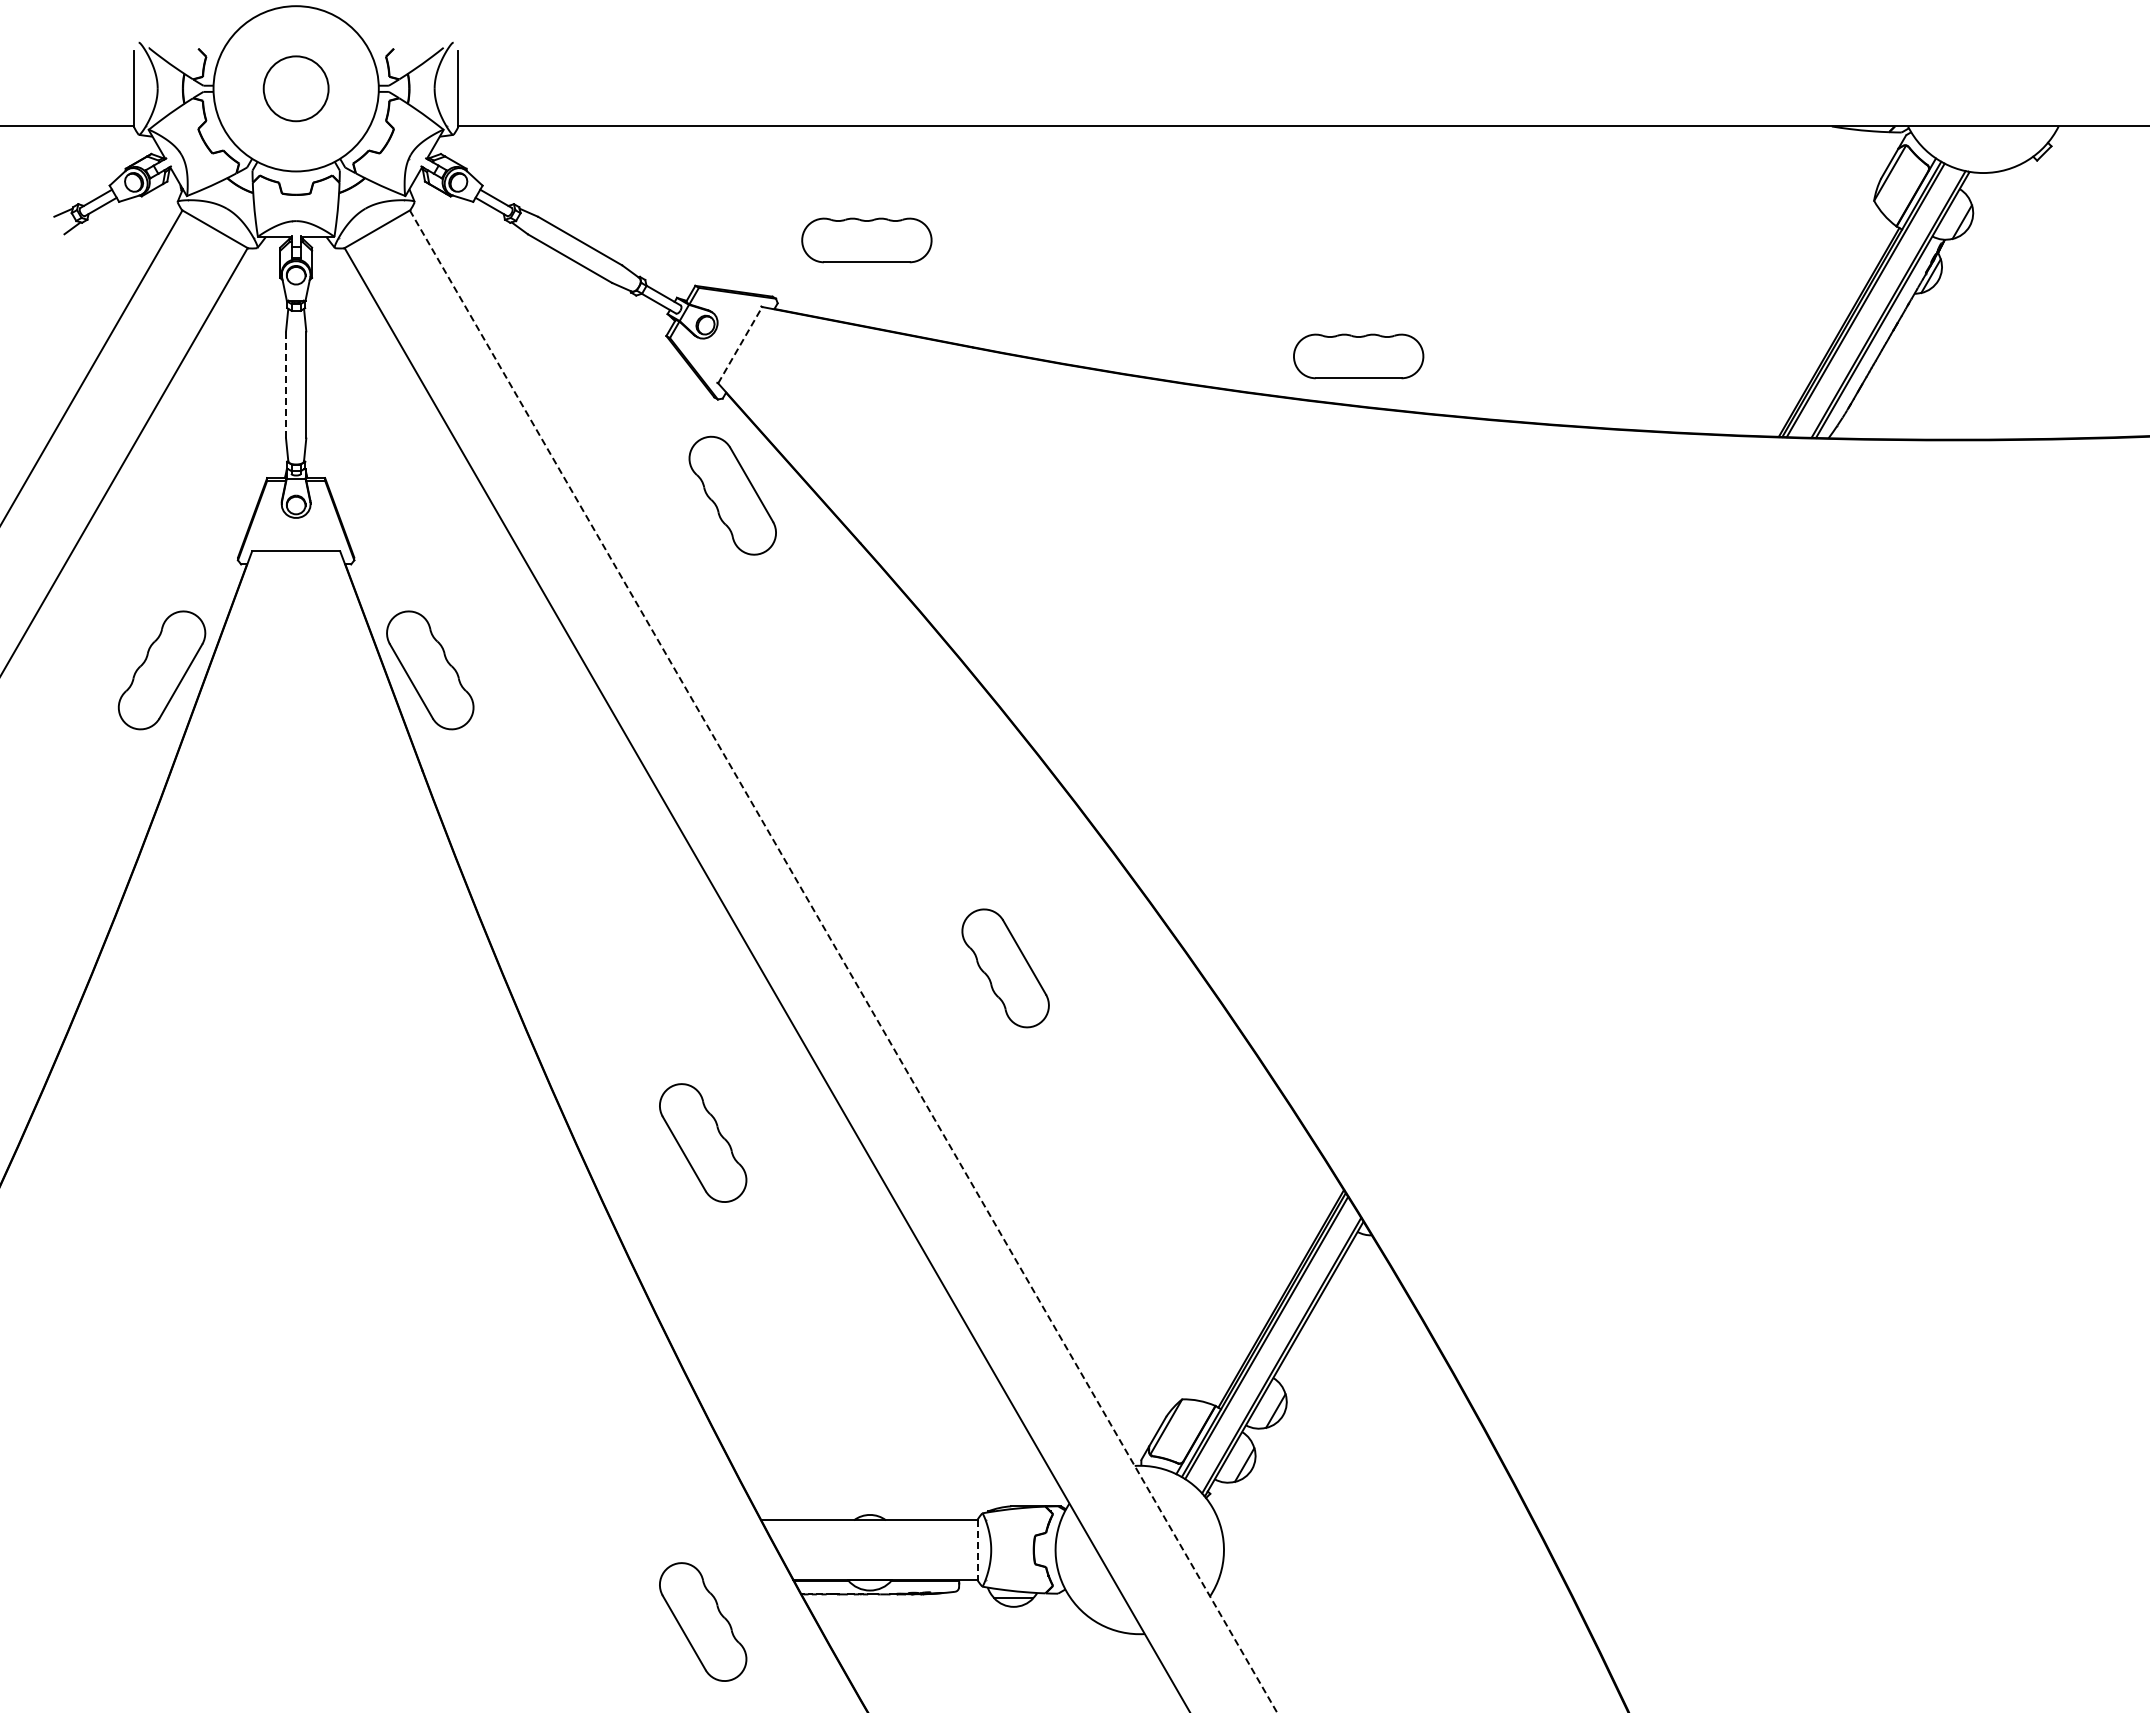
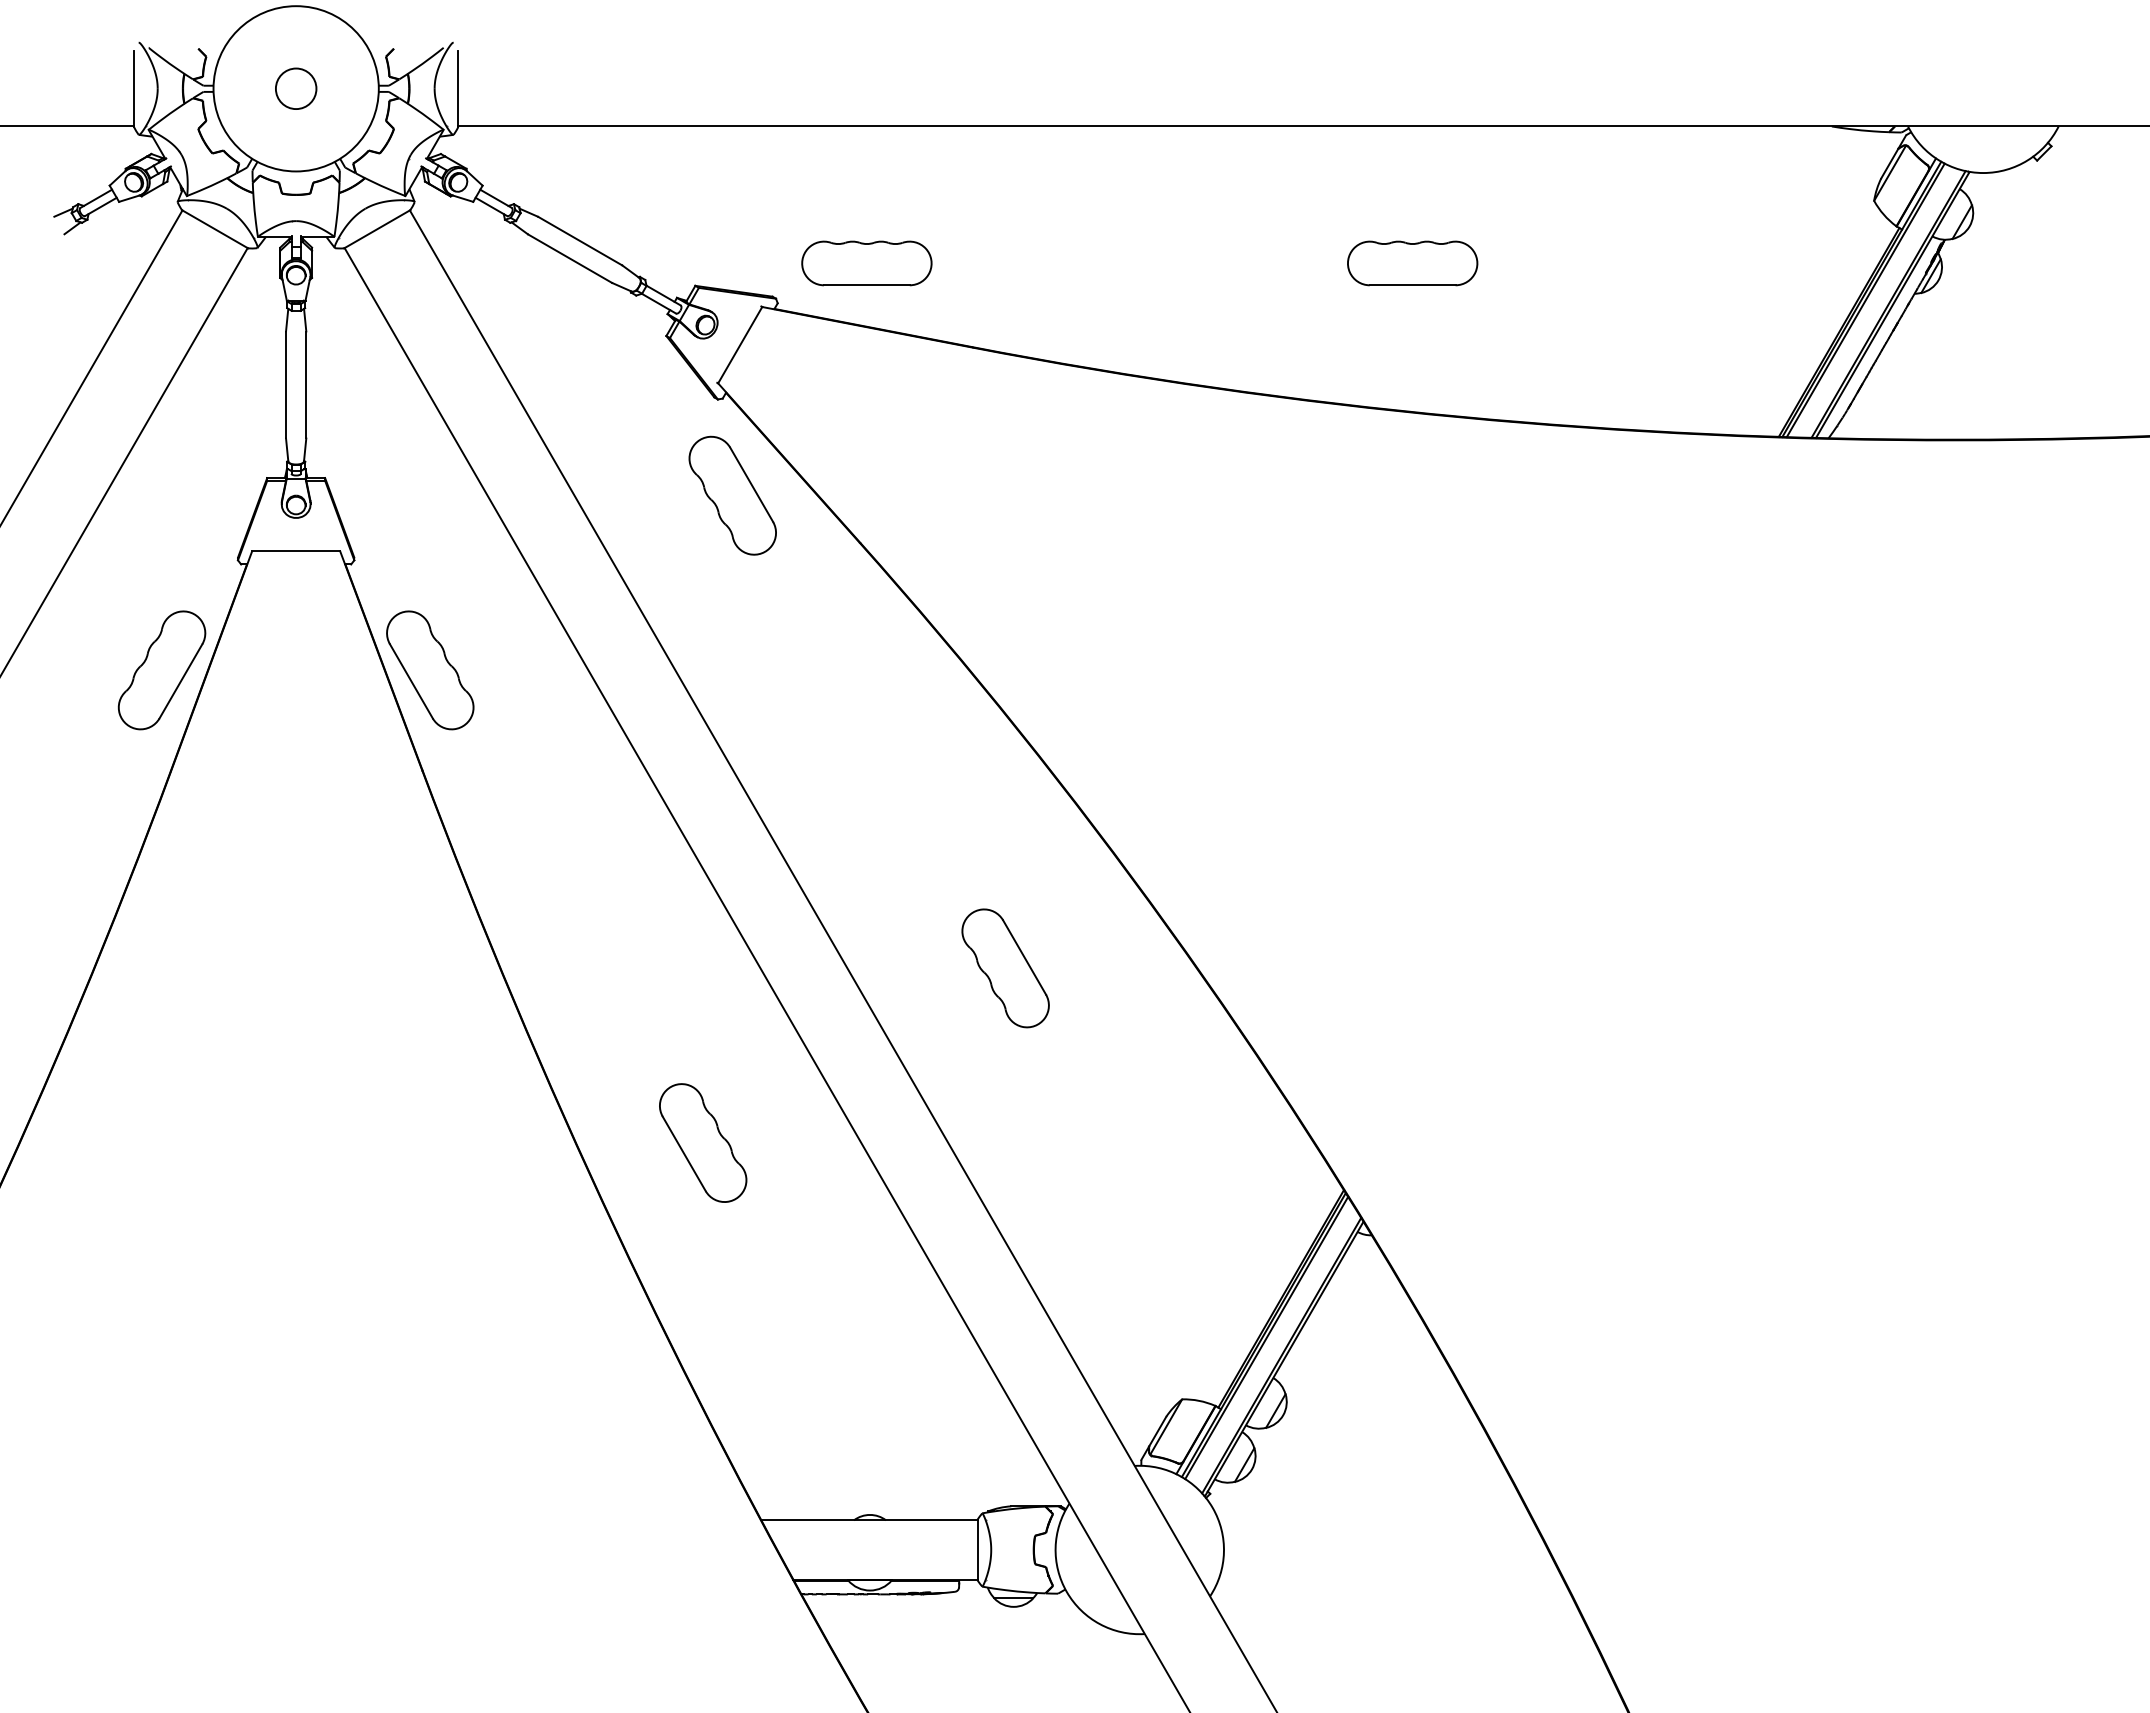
circle at (295, 88) diameter: 65 px -> 41 px
part at (866, 240) position: (866, 240) -> (866, 263)
line at (740, 344): dashed -> solid
part at (1358, 356) position: (1358, 356) -> (1412, 263)
line at (286, 384): dashed -> solid
line at (843, 961): dashed -> solid
line at (977, 1550): dashed -> solid
part at (703, 1621): present -> none
